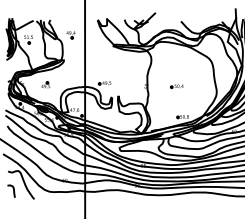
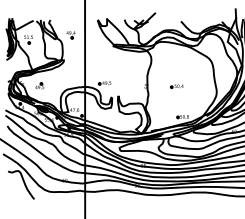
part at (45, 84) position: (45, 84) -> (39, 85)
curve at (13, 190): present -> none
